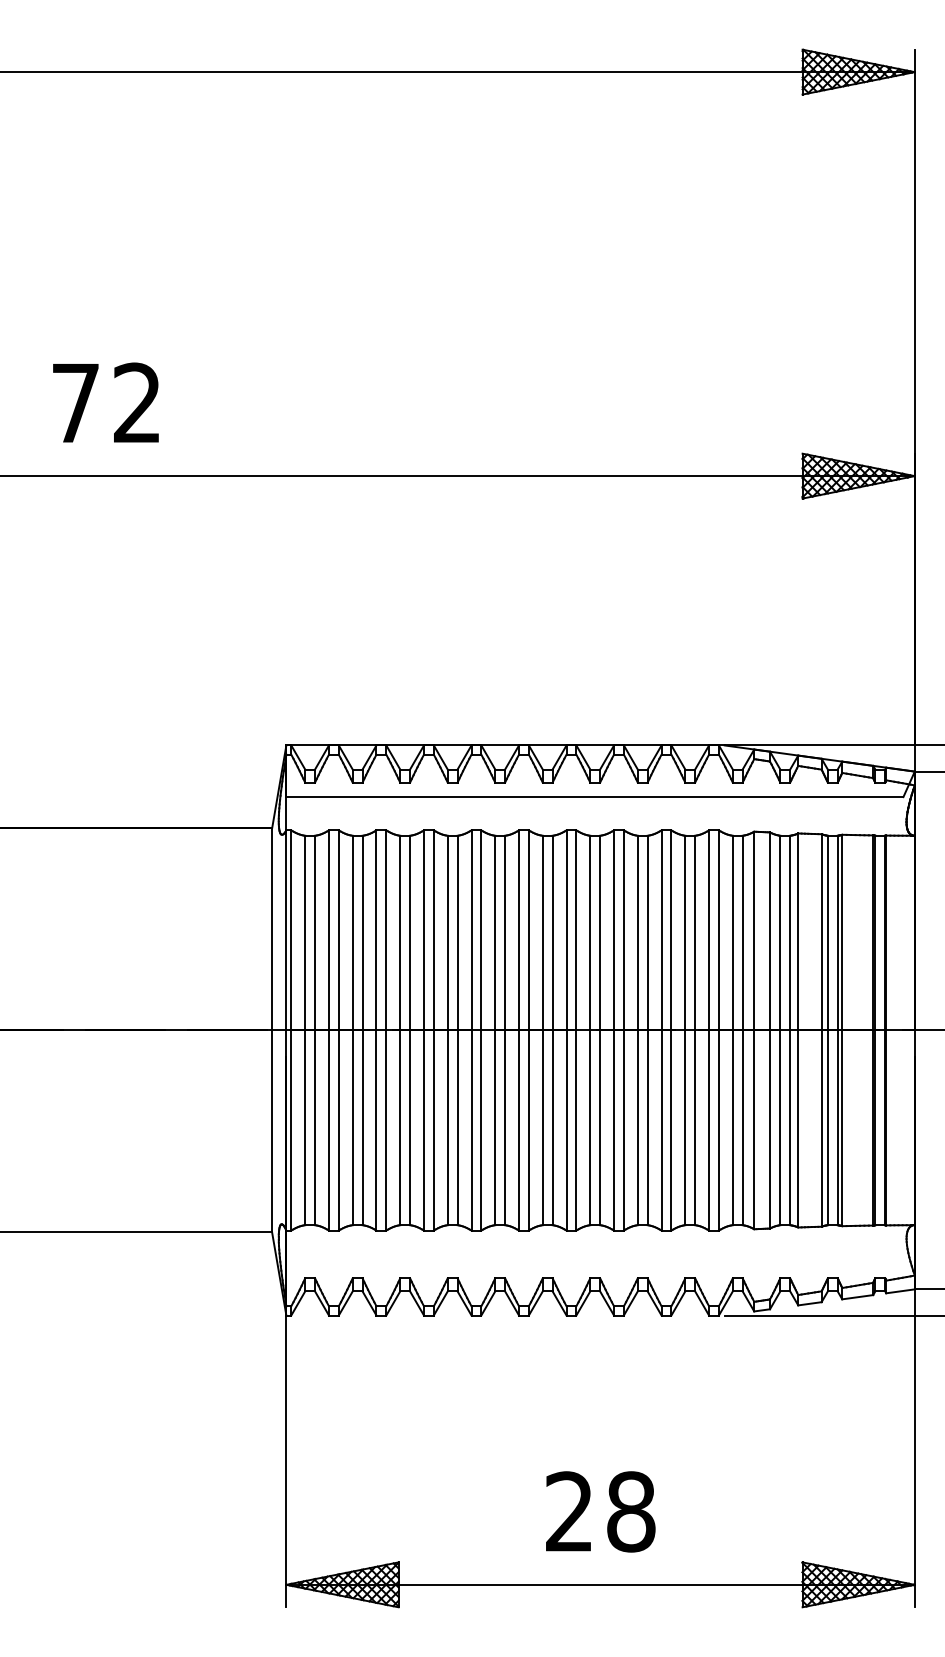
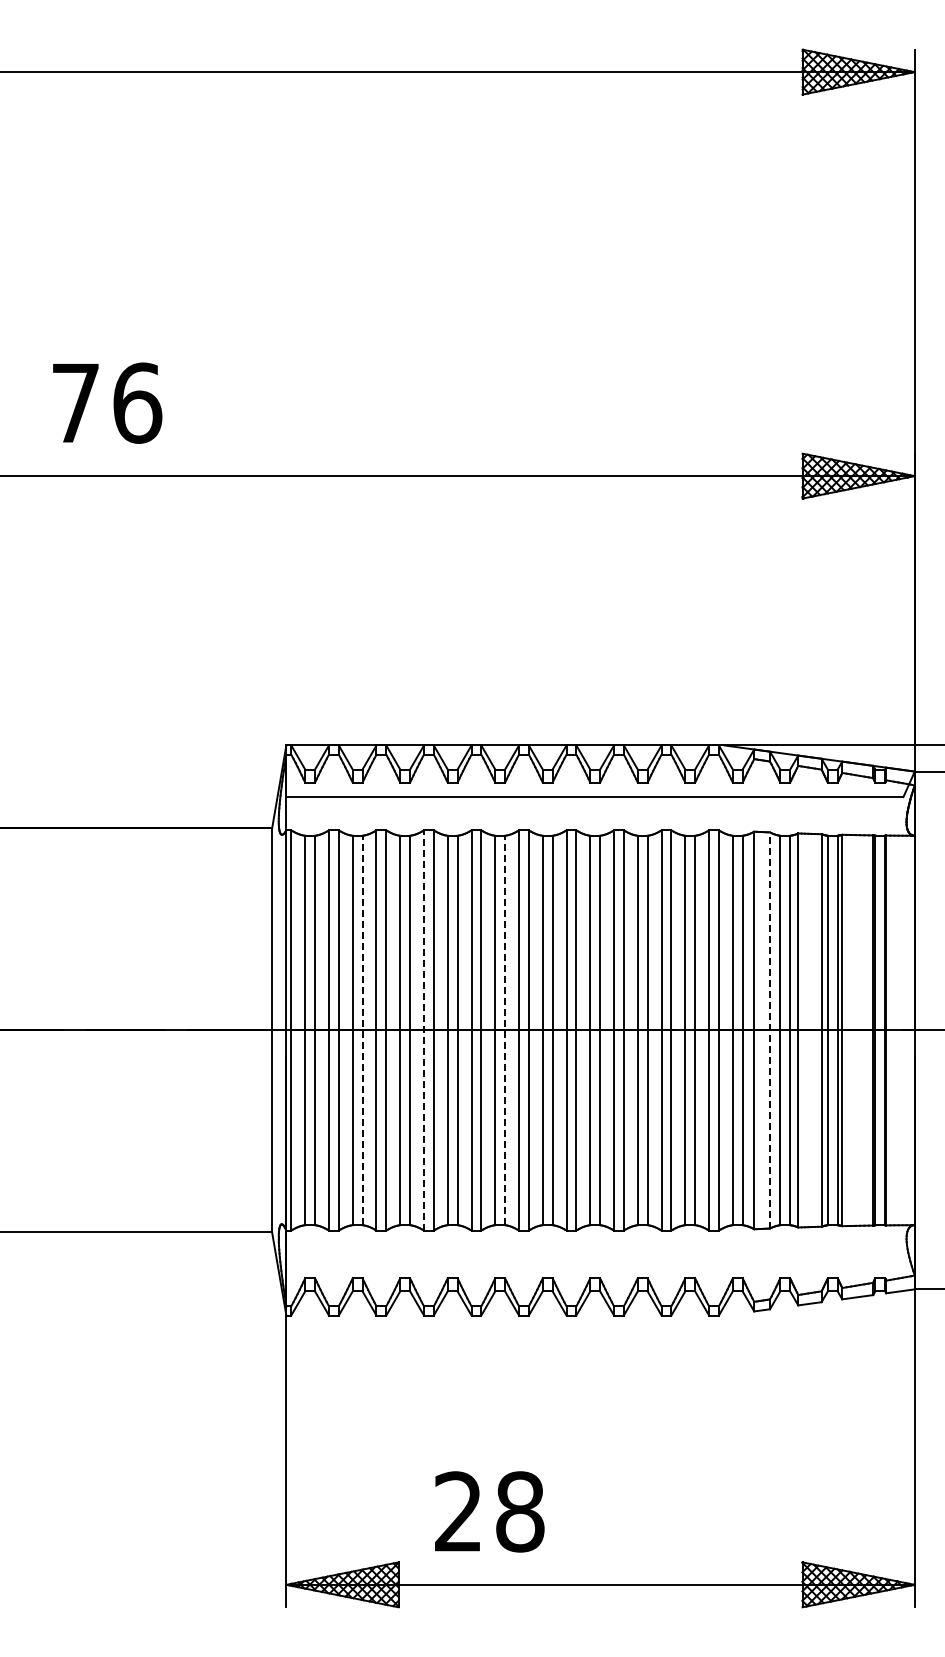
text at (137, 402): 72 -> 76
line at (424, 1029): solid -> dashed
line at (770, 1029): solid -> dashed
line at (362, 1030): solid -> dashed
line at (505, 1030): solid -> dashed
line at (832, 1315): present -> none
text at (600, 1511) position: (600, 1511) -> (489, 1511)
